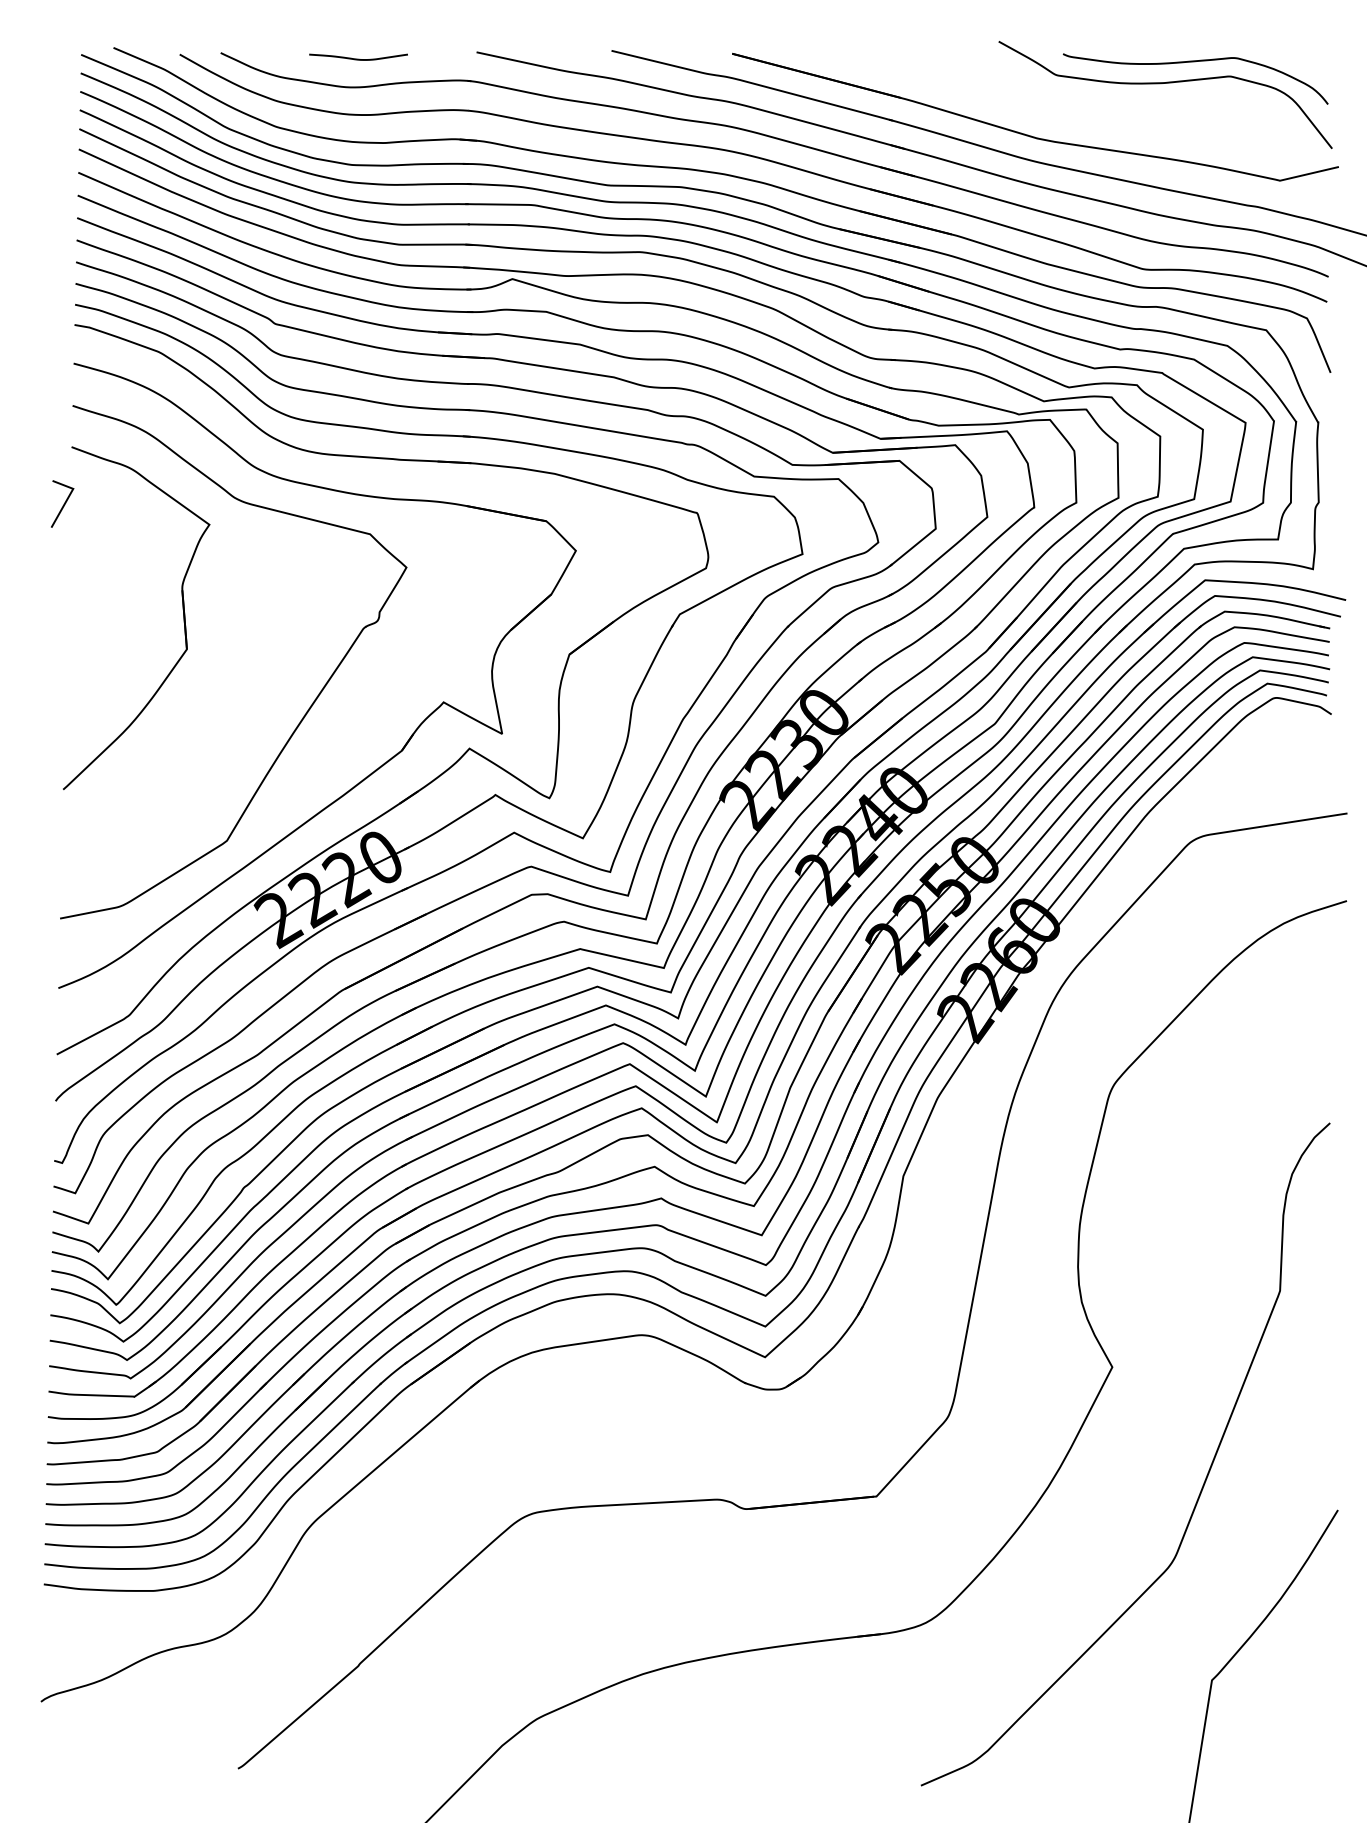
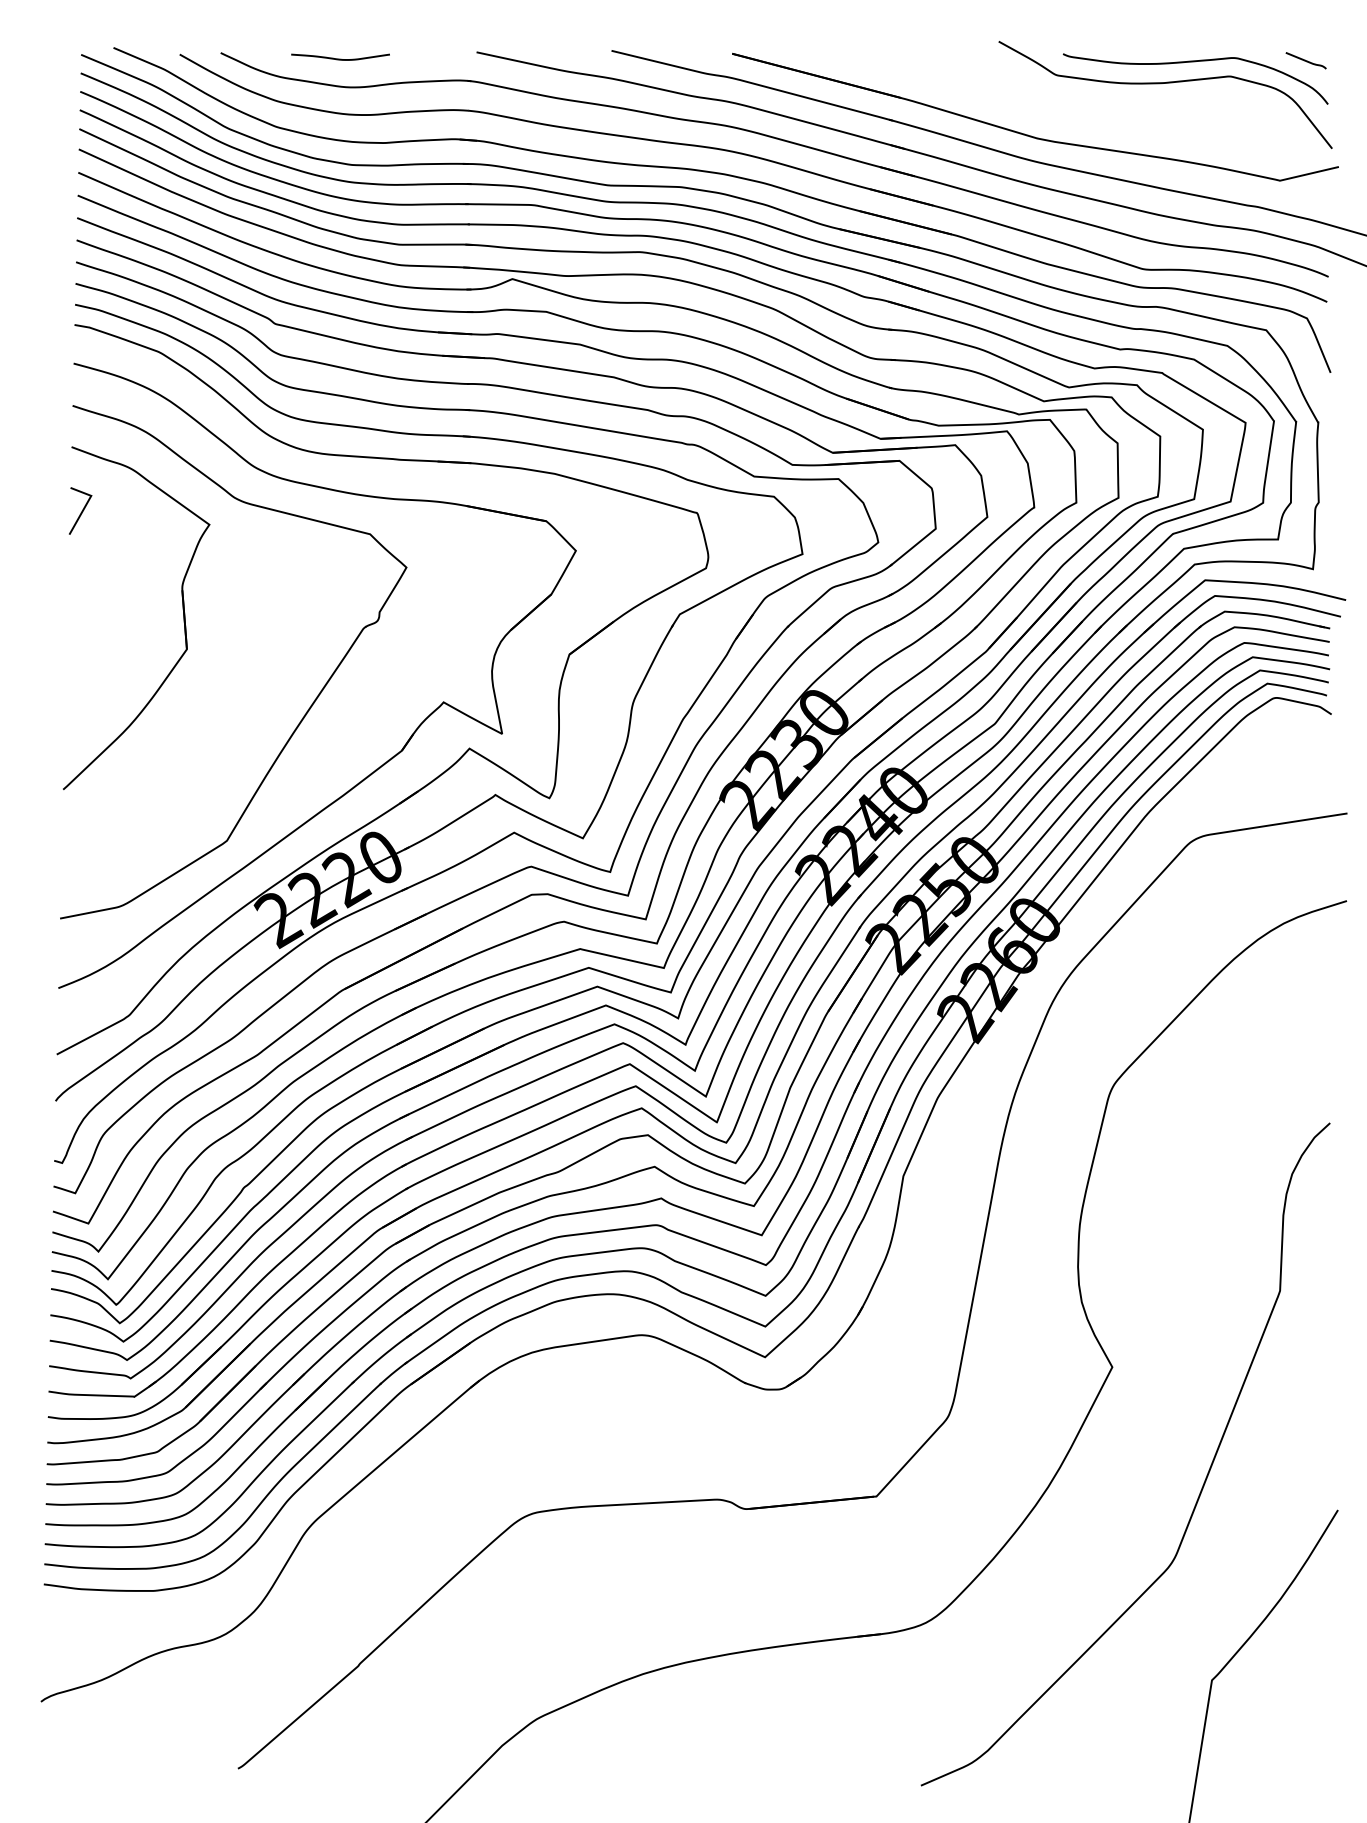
curve at (358, 58) position: (358, 58) -> (340, 58)
curve at (1305, 60): none -> present
line at (63, 504) position: (63, 504) -> (81, 511)
